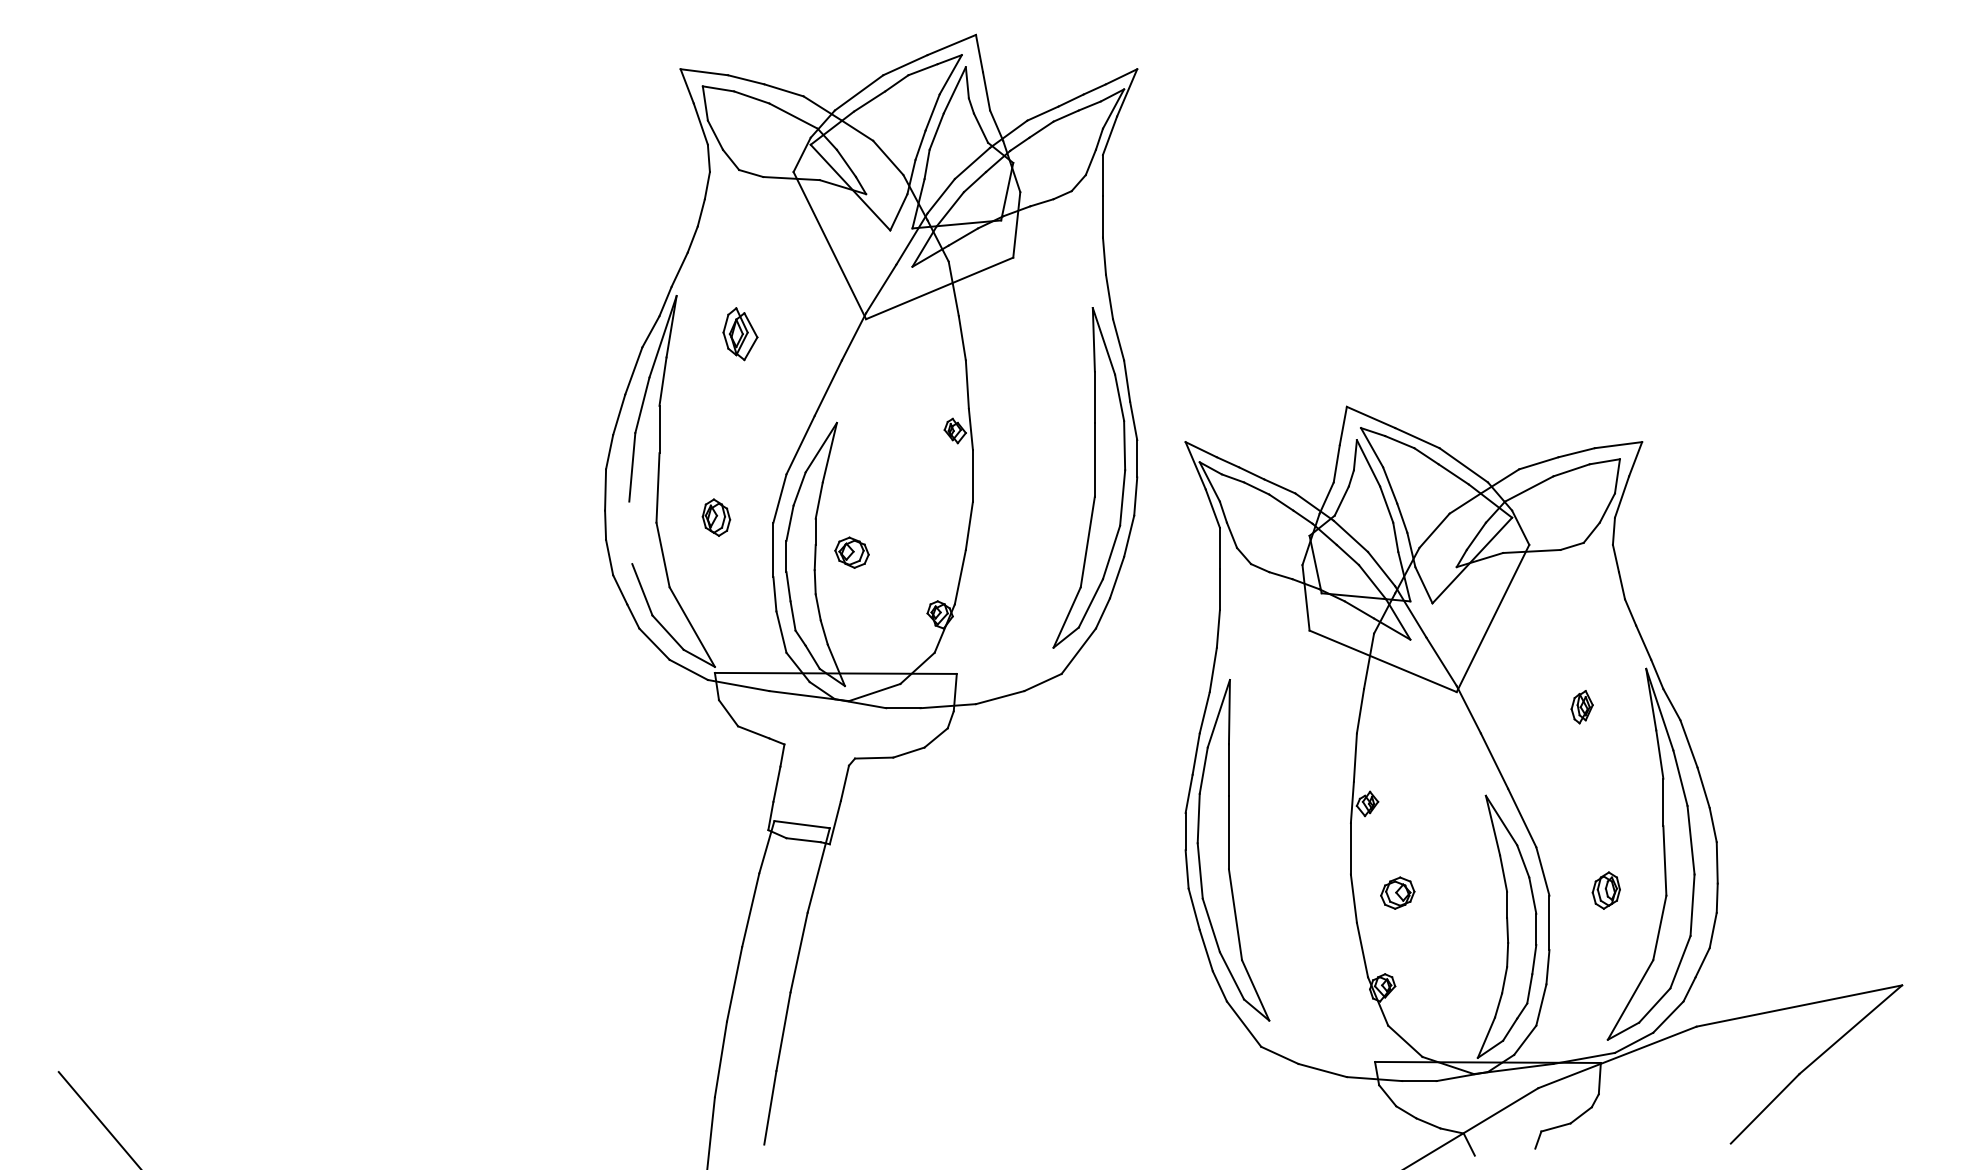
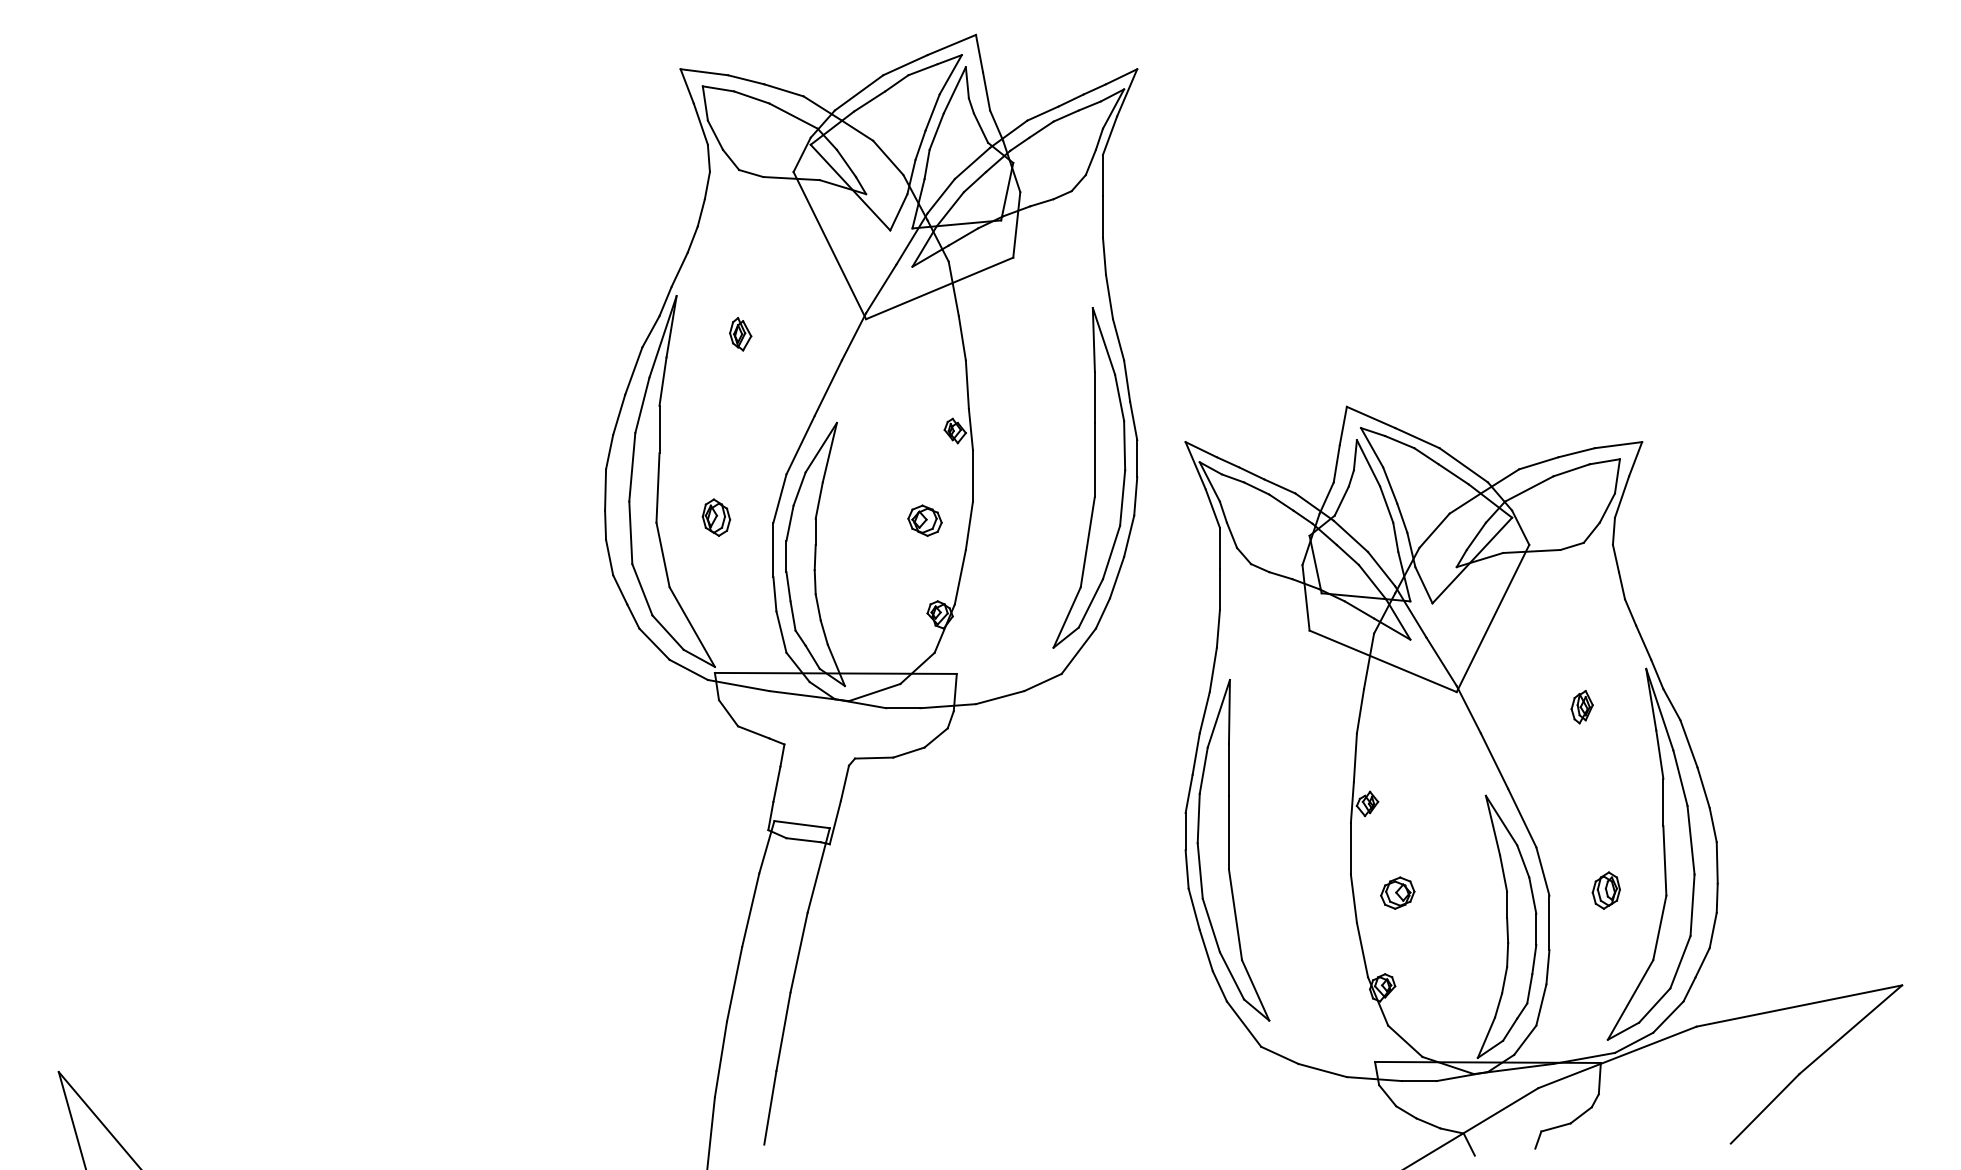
part at (740, 334) size: 37x55 px -> 24x35 px
line at (630, 532): none -> present
part at (851, 552) position: (851, 552) -> (924, 520)
line at (71, 1119): none -> present
